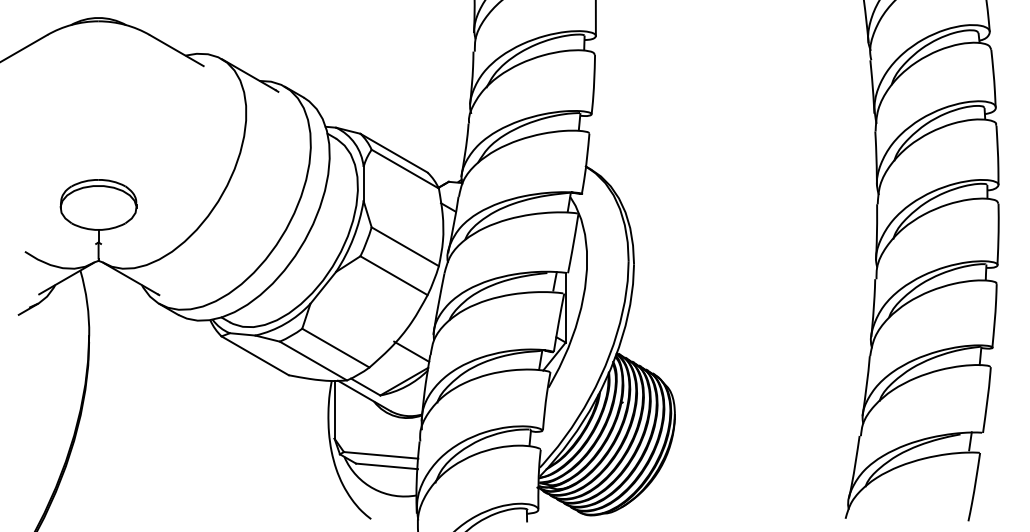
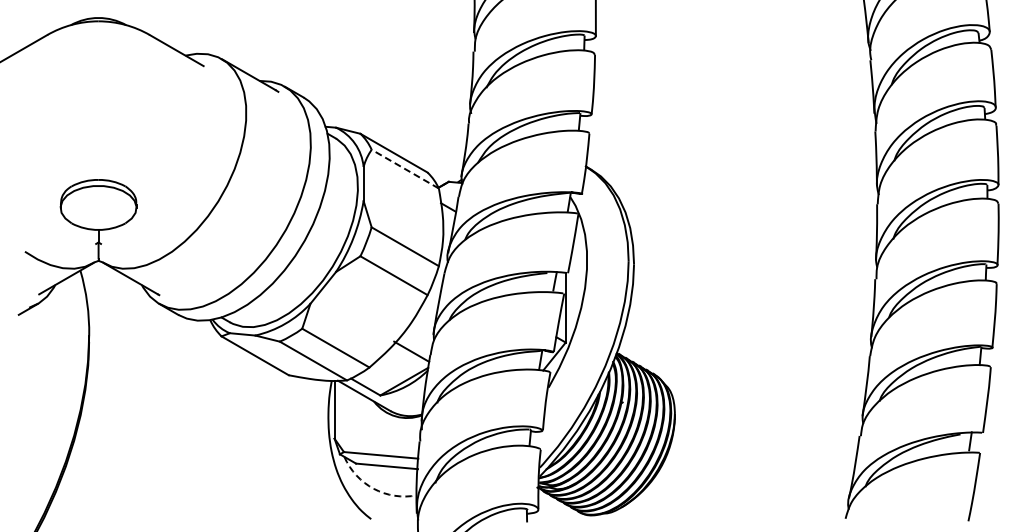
line at (405, 169): solid -> dashed
arc at (373, 488): solid -> dashed
